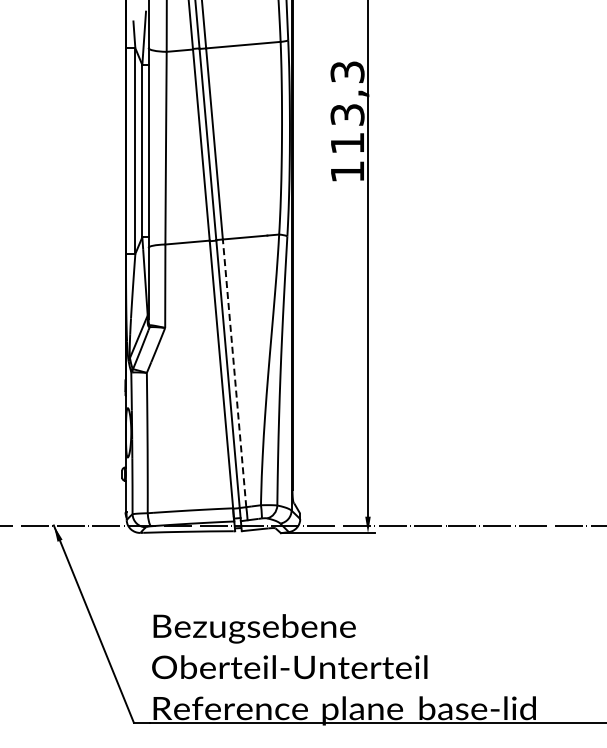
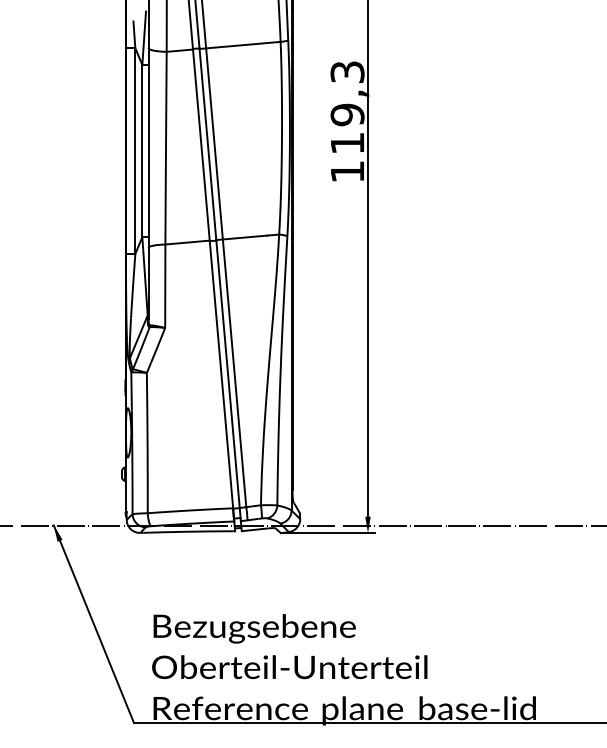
text at (347, 114): 113,3 -> 119,3
line at (234, 372): dashed -> solid
